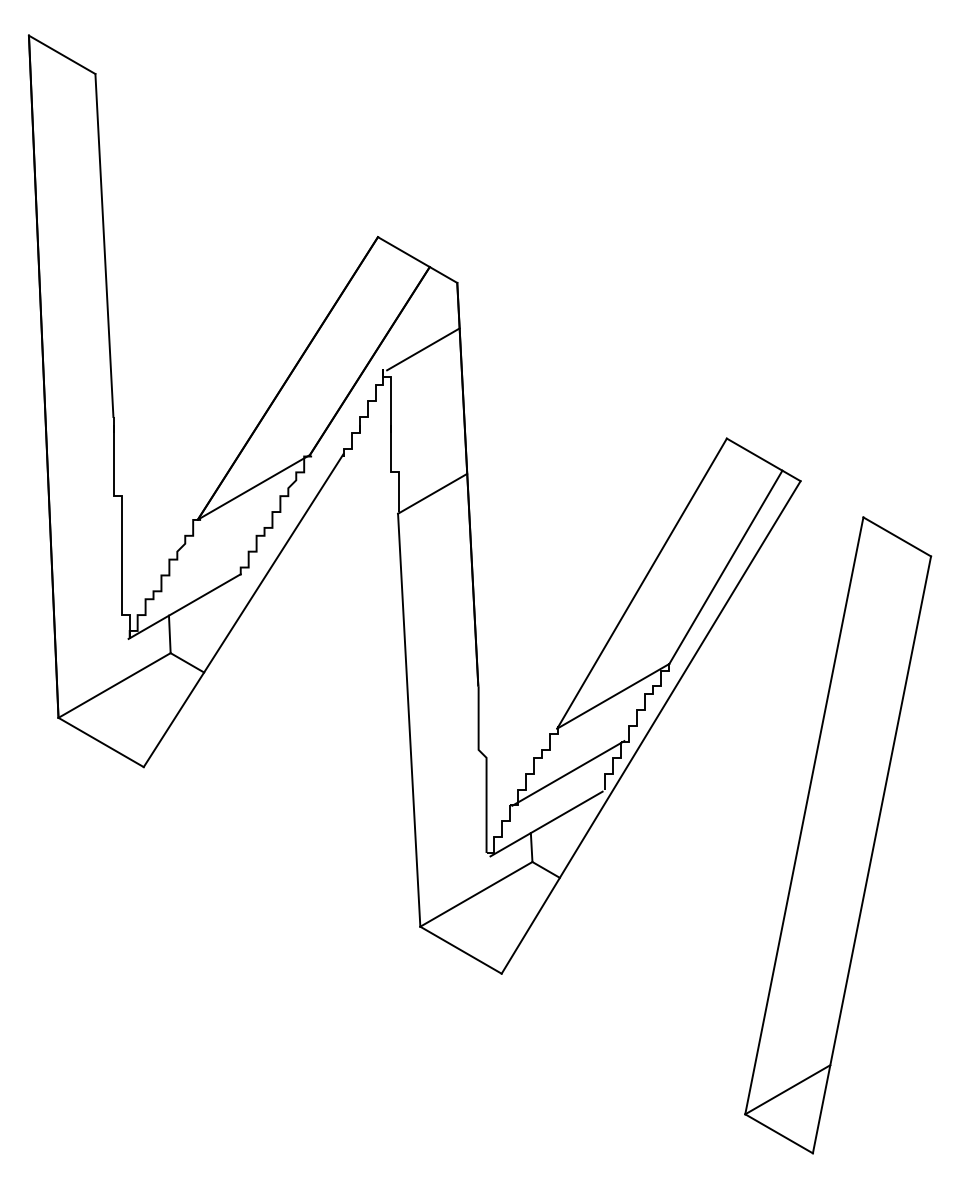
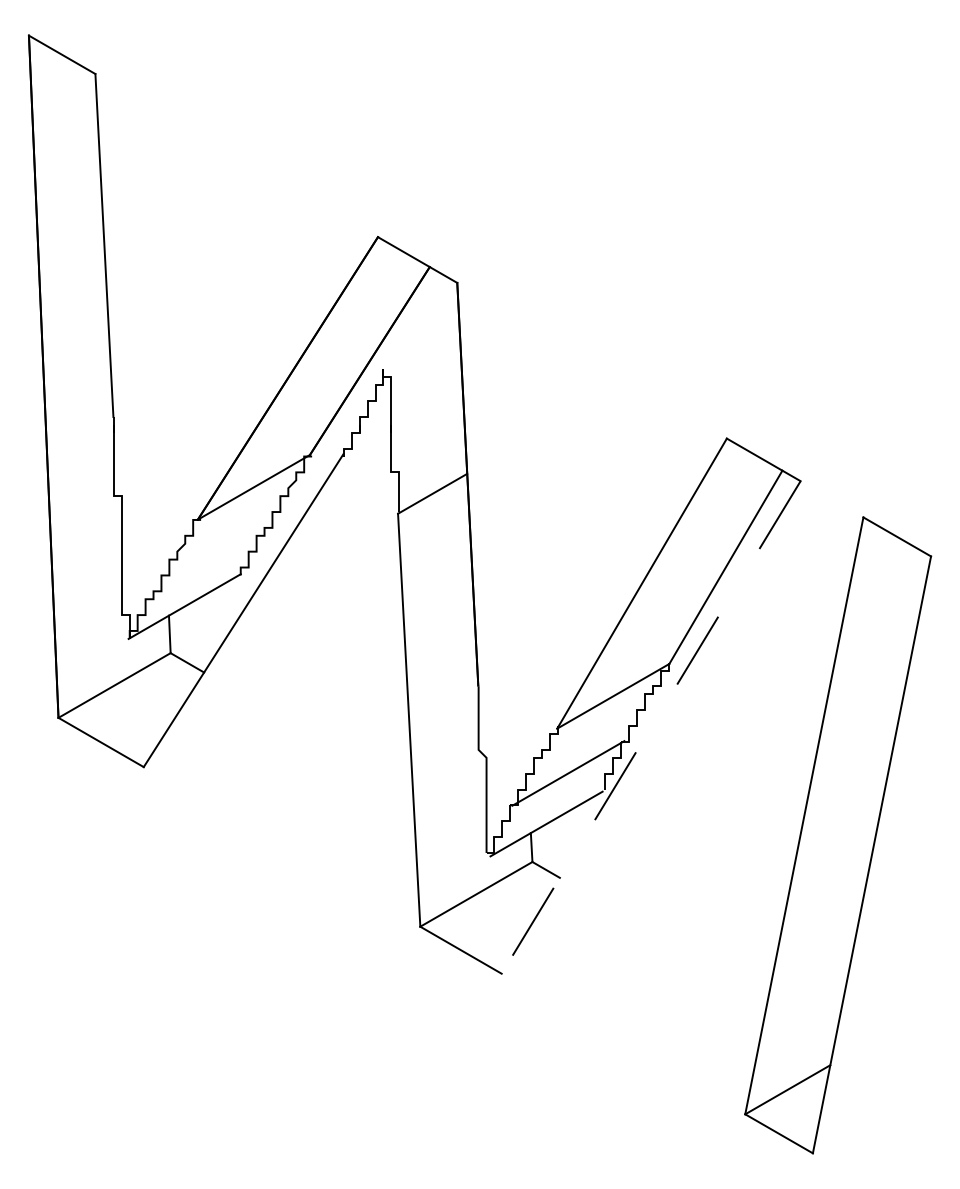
line at (423, 349): present -> none
line at (650, 727): solid -> dashed
